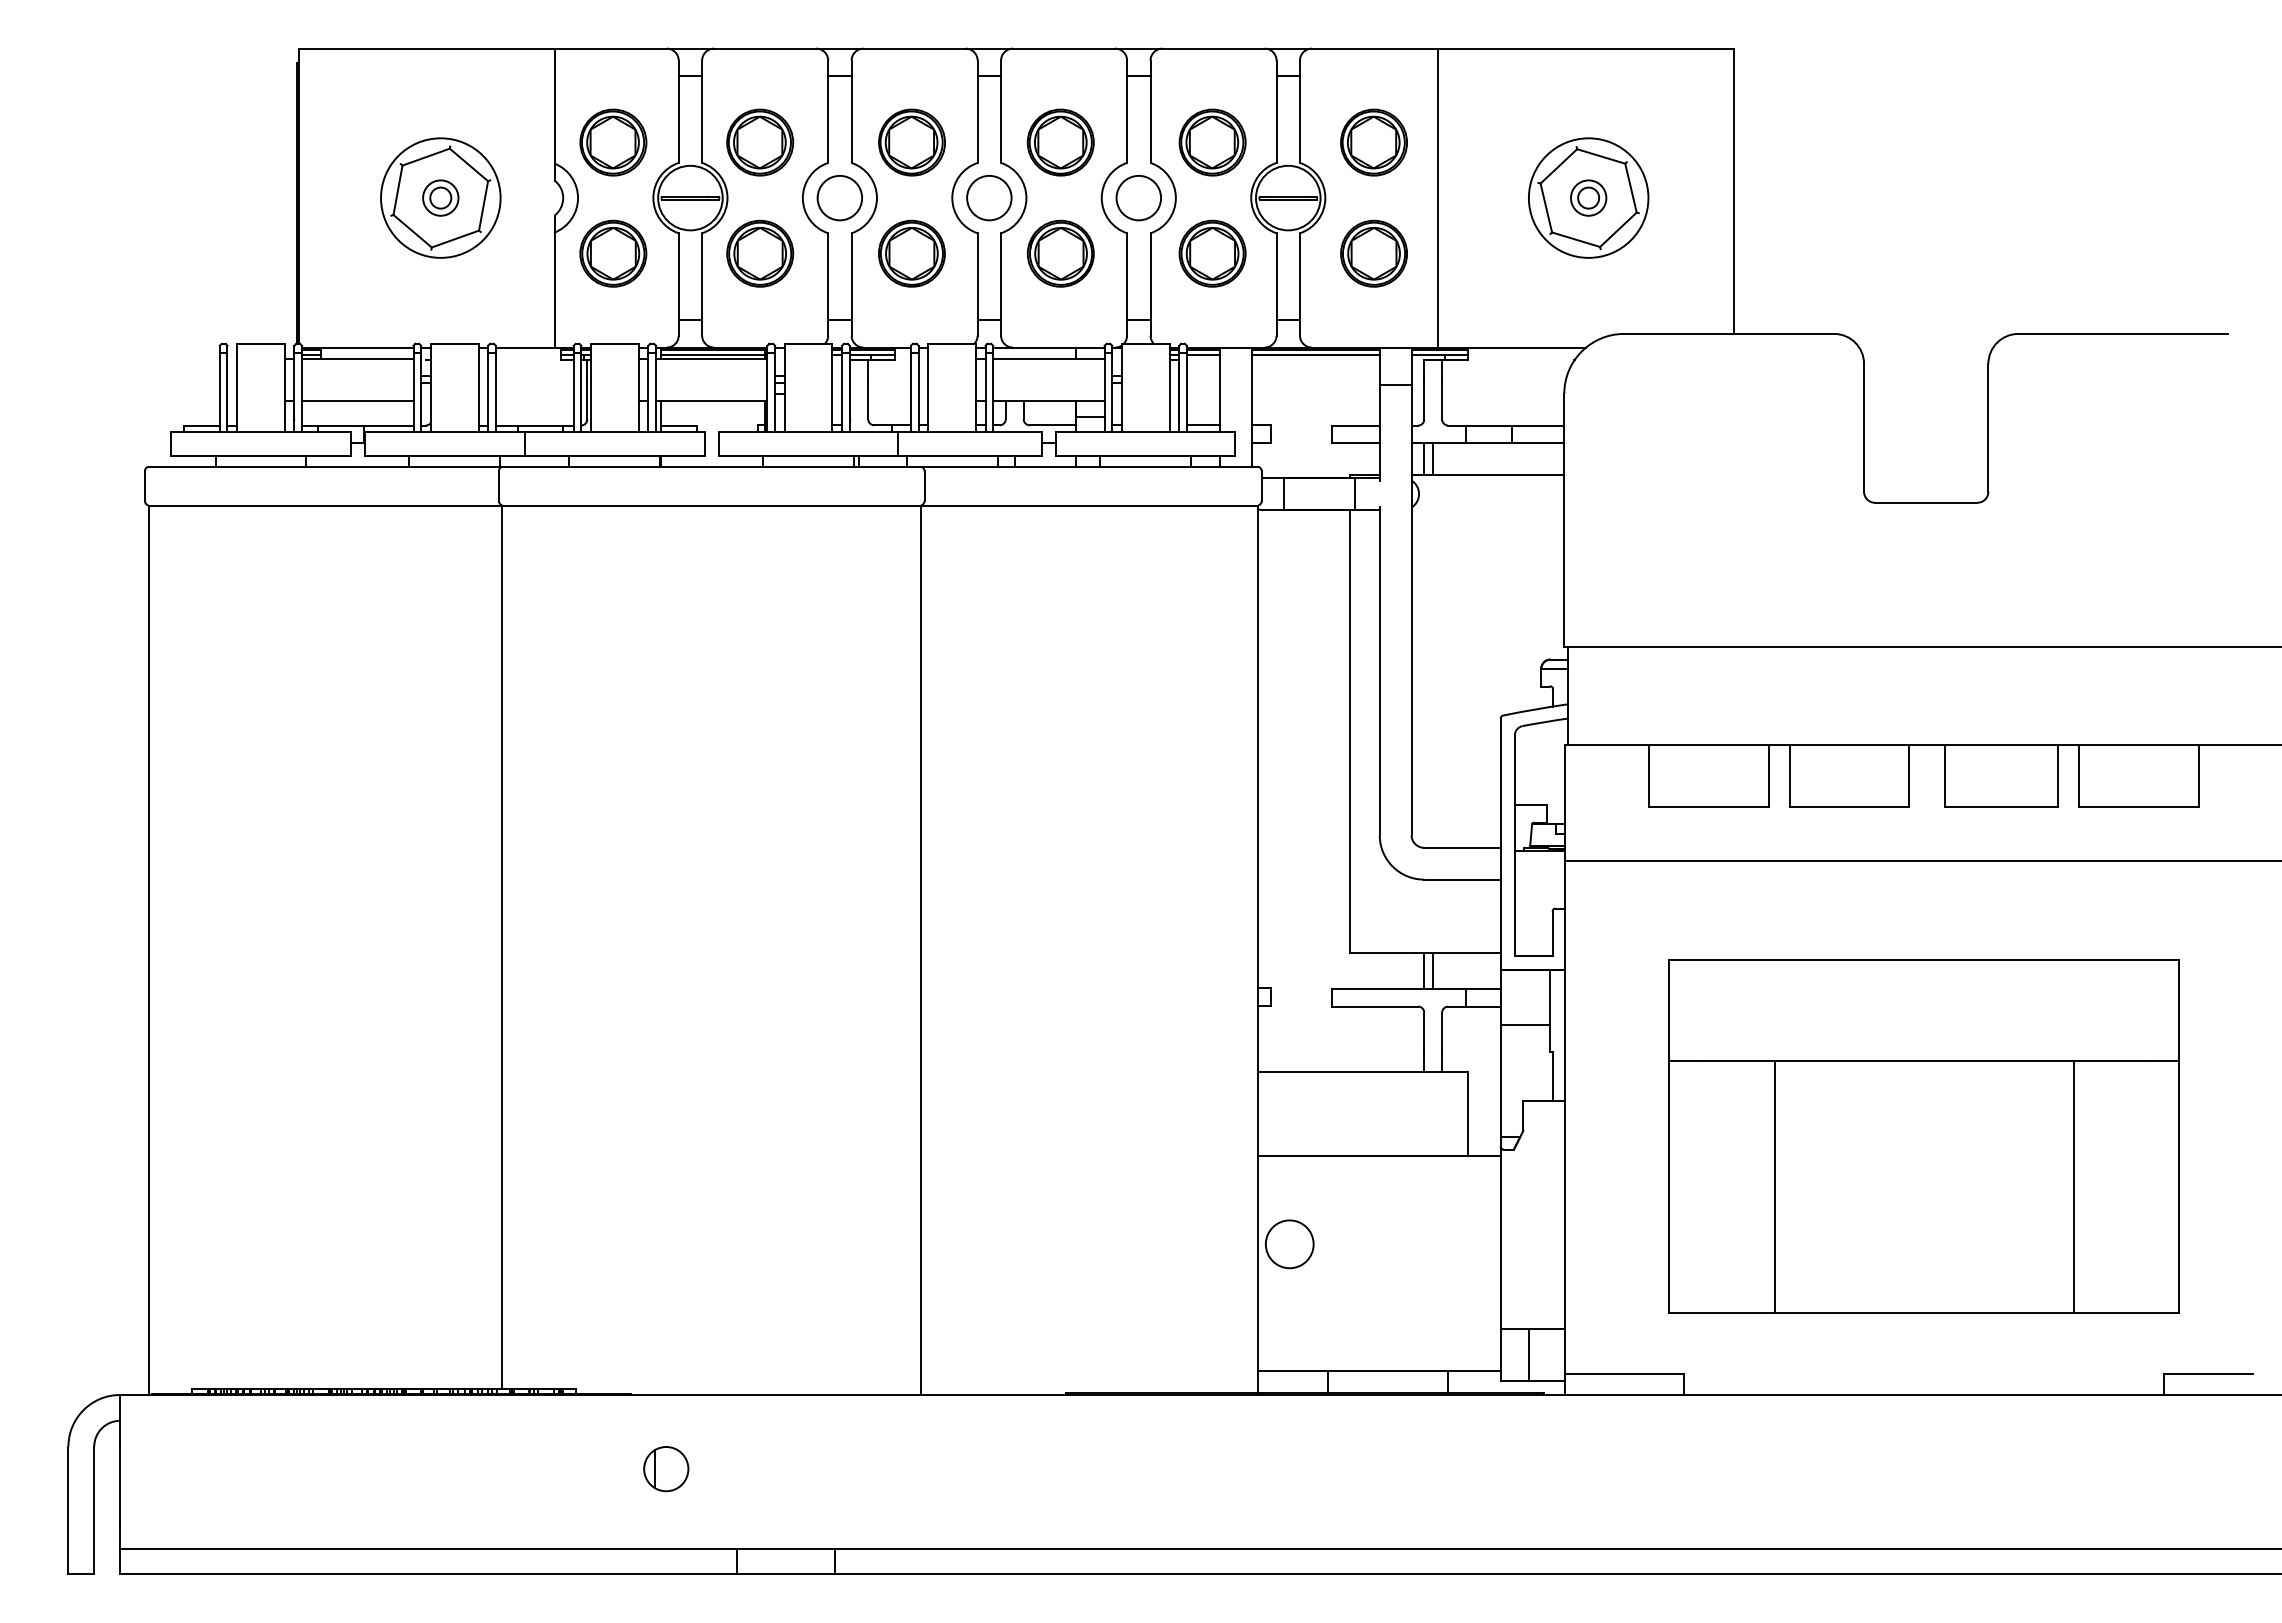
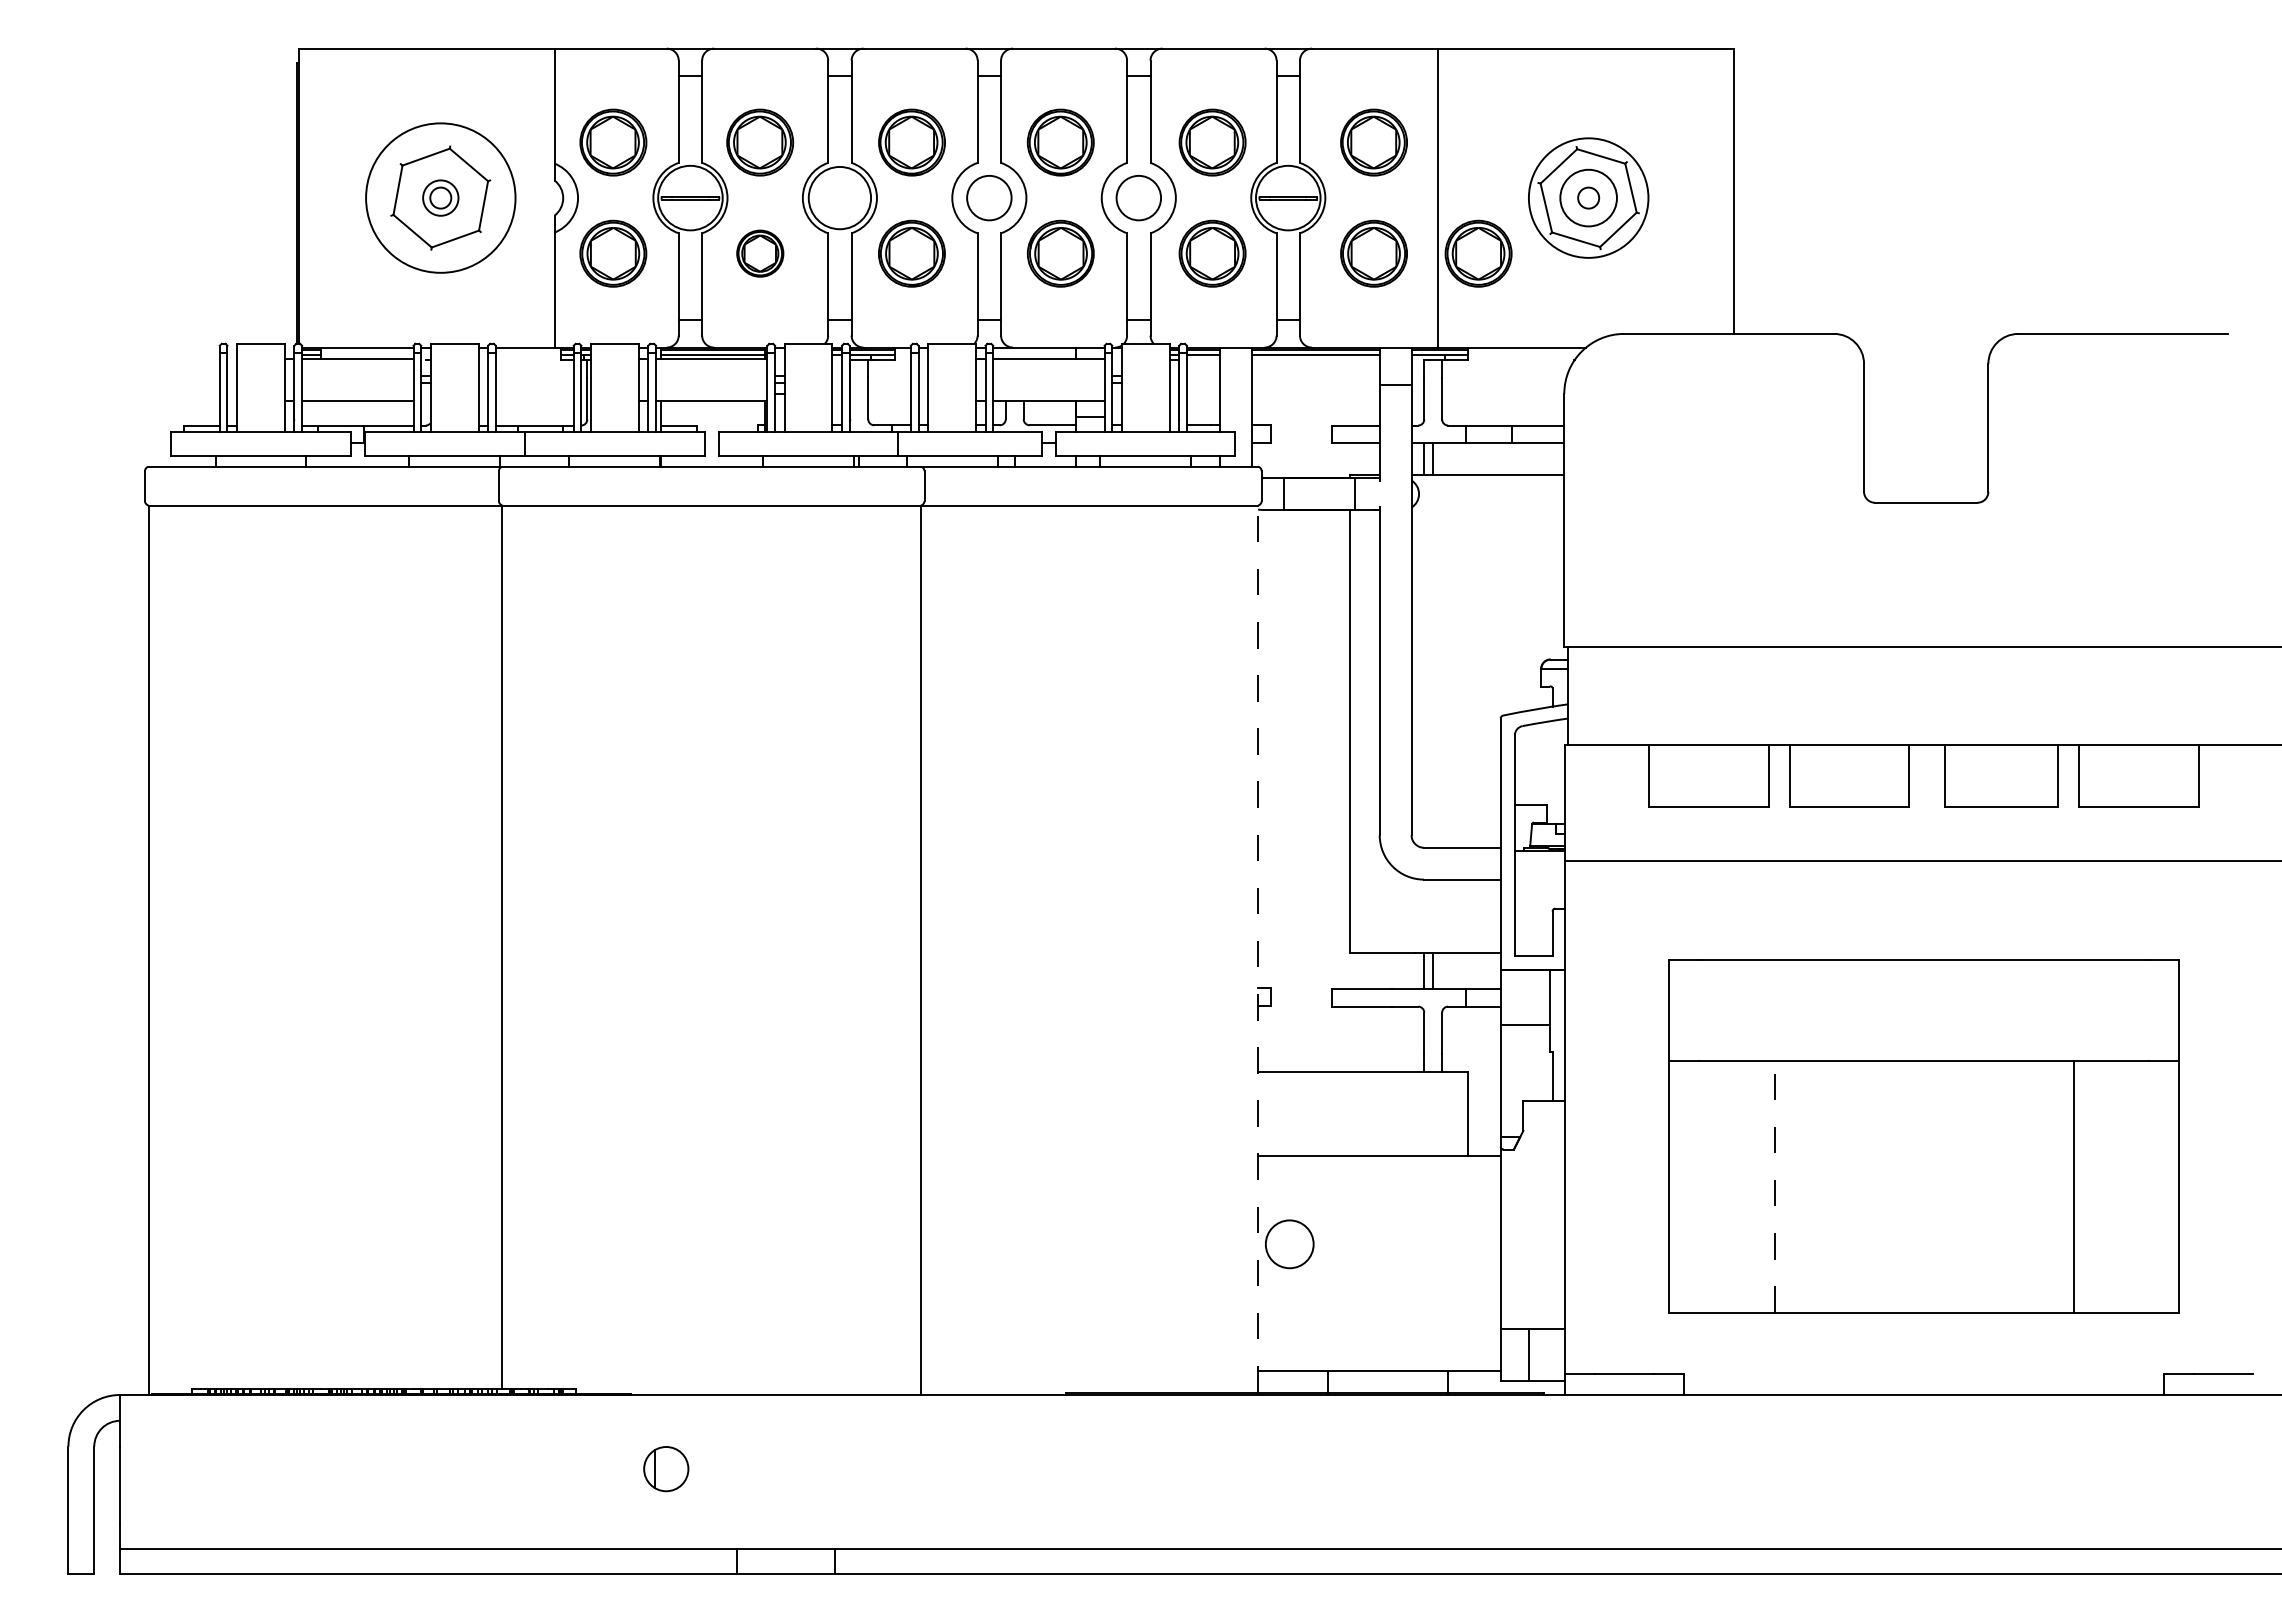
circle at (440, 197) diameter: 120 px -> 149 px
circle at (839, 197) diameter: 44 px -> 62 px
circle at (1588, 197) diameter: 35 px -> 57 px
part at (760, 253) size: 69x69 px -> 49x49 px
part at (1478, 253): none -> present
line at (1258, 949): solid -> dashed
line at (1774, 1186): solid -> dashed
